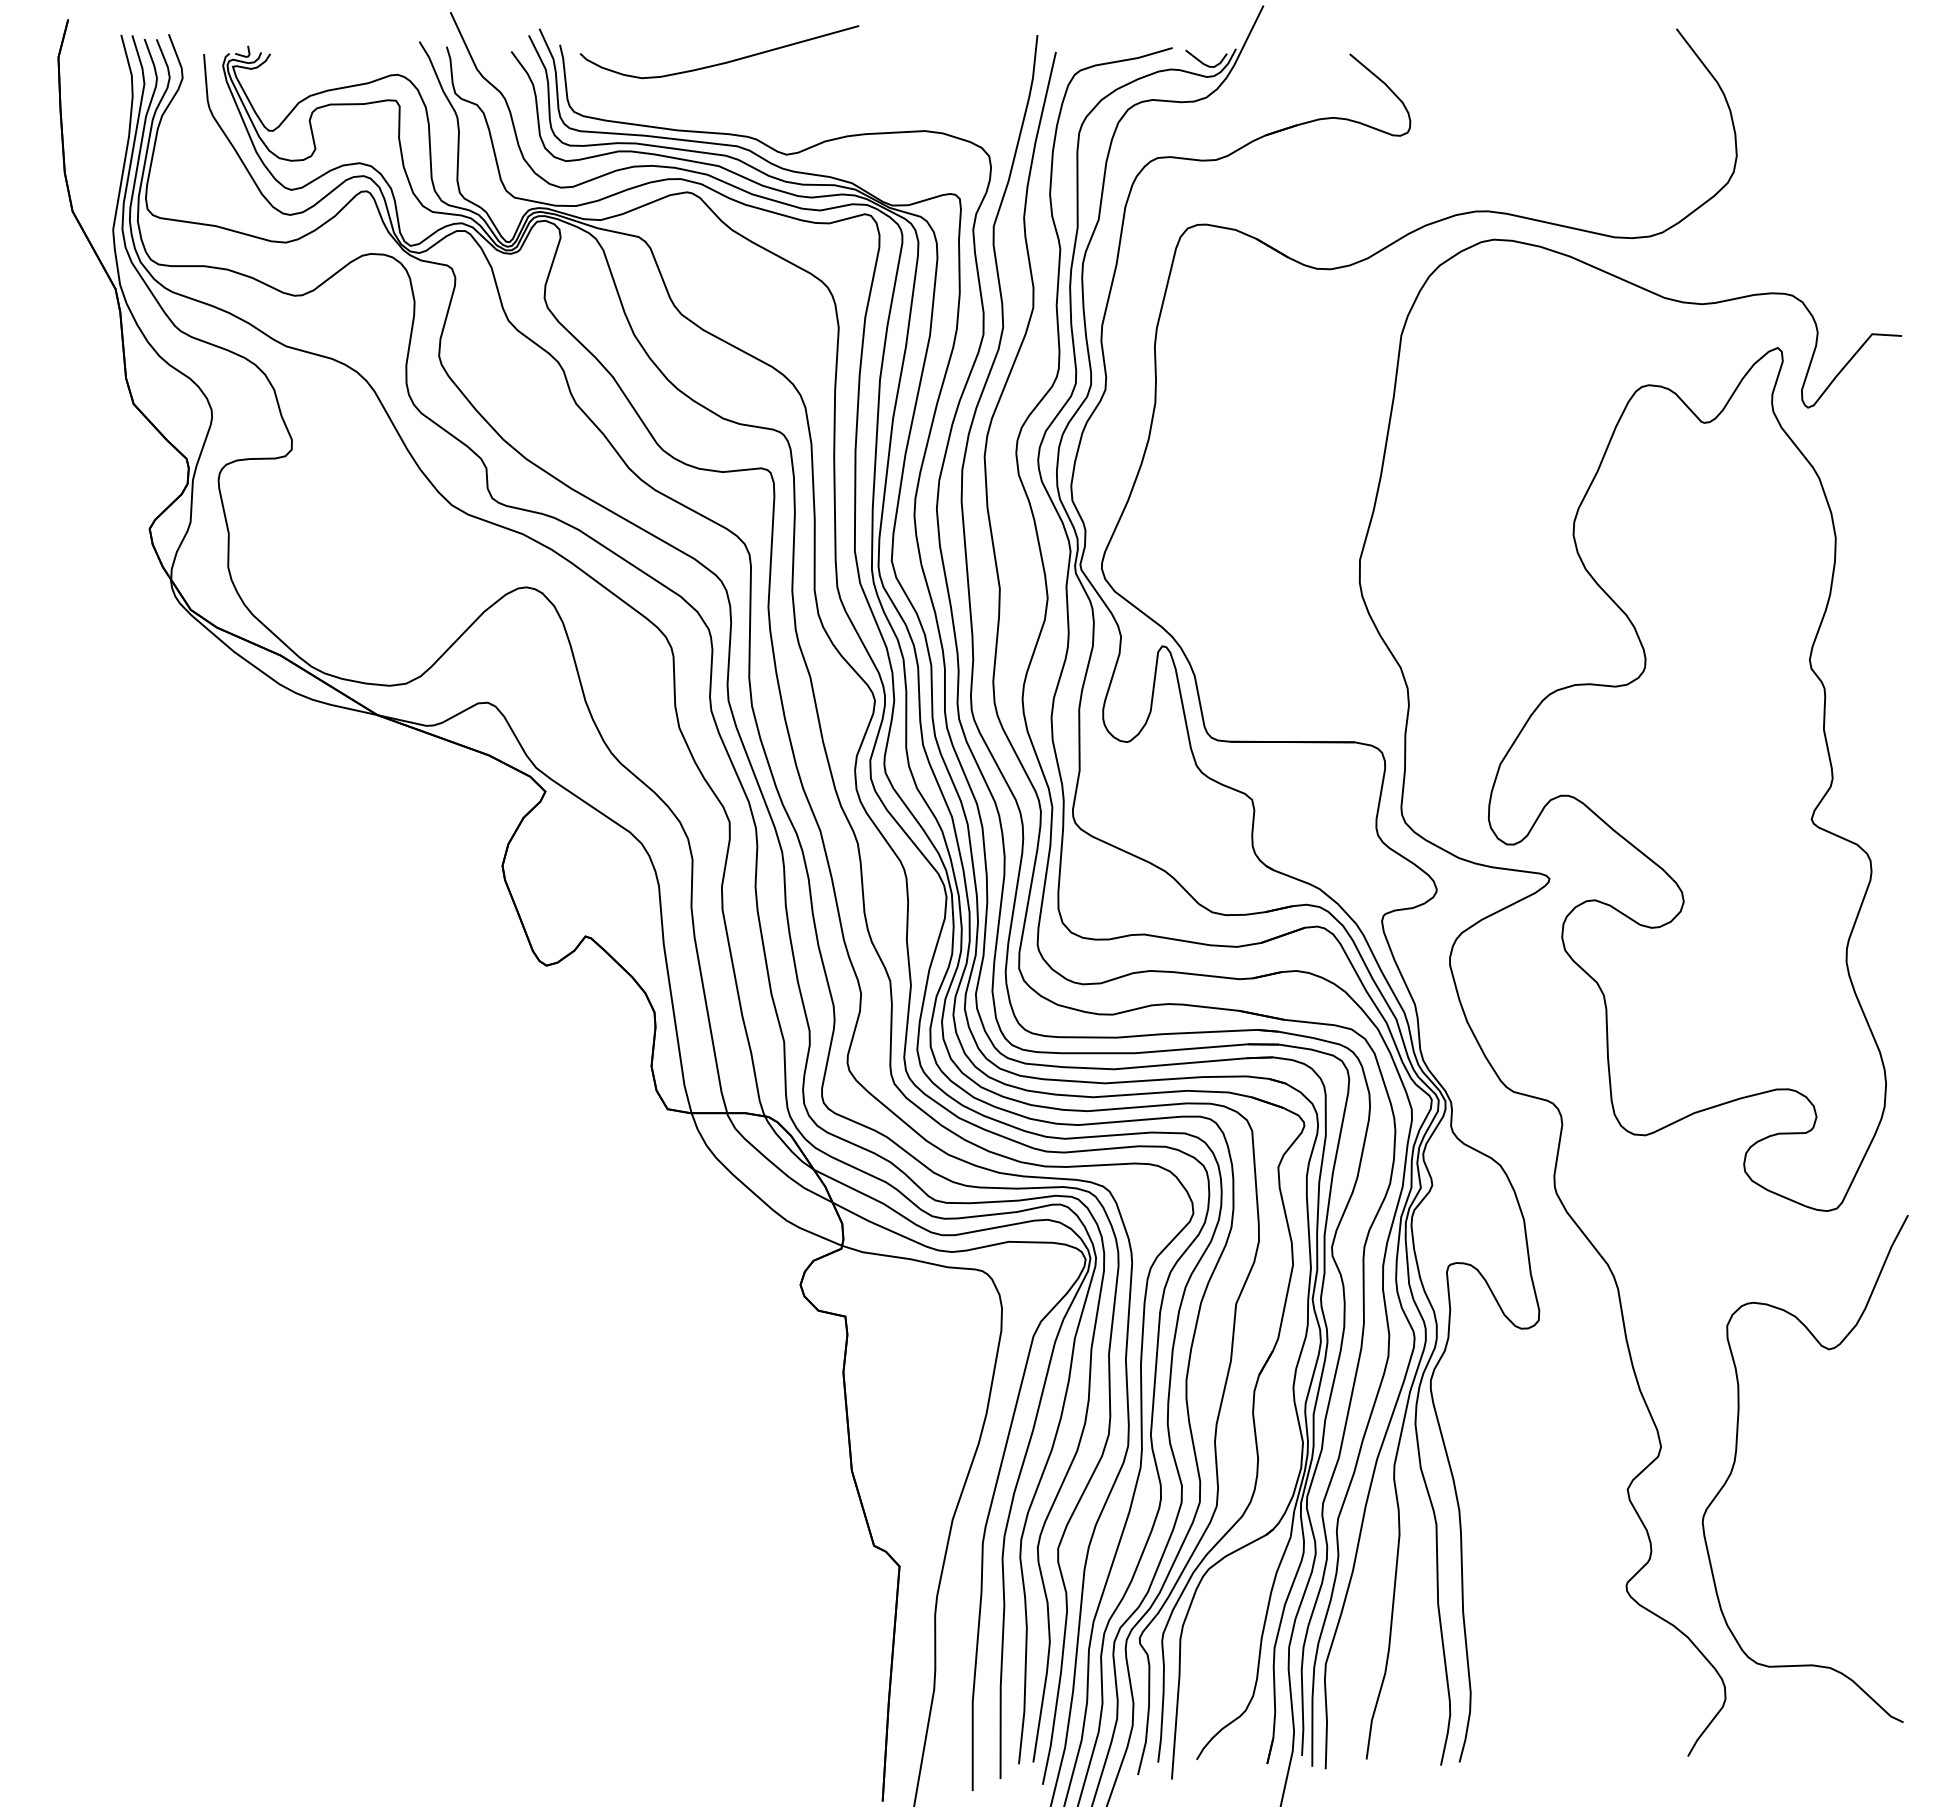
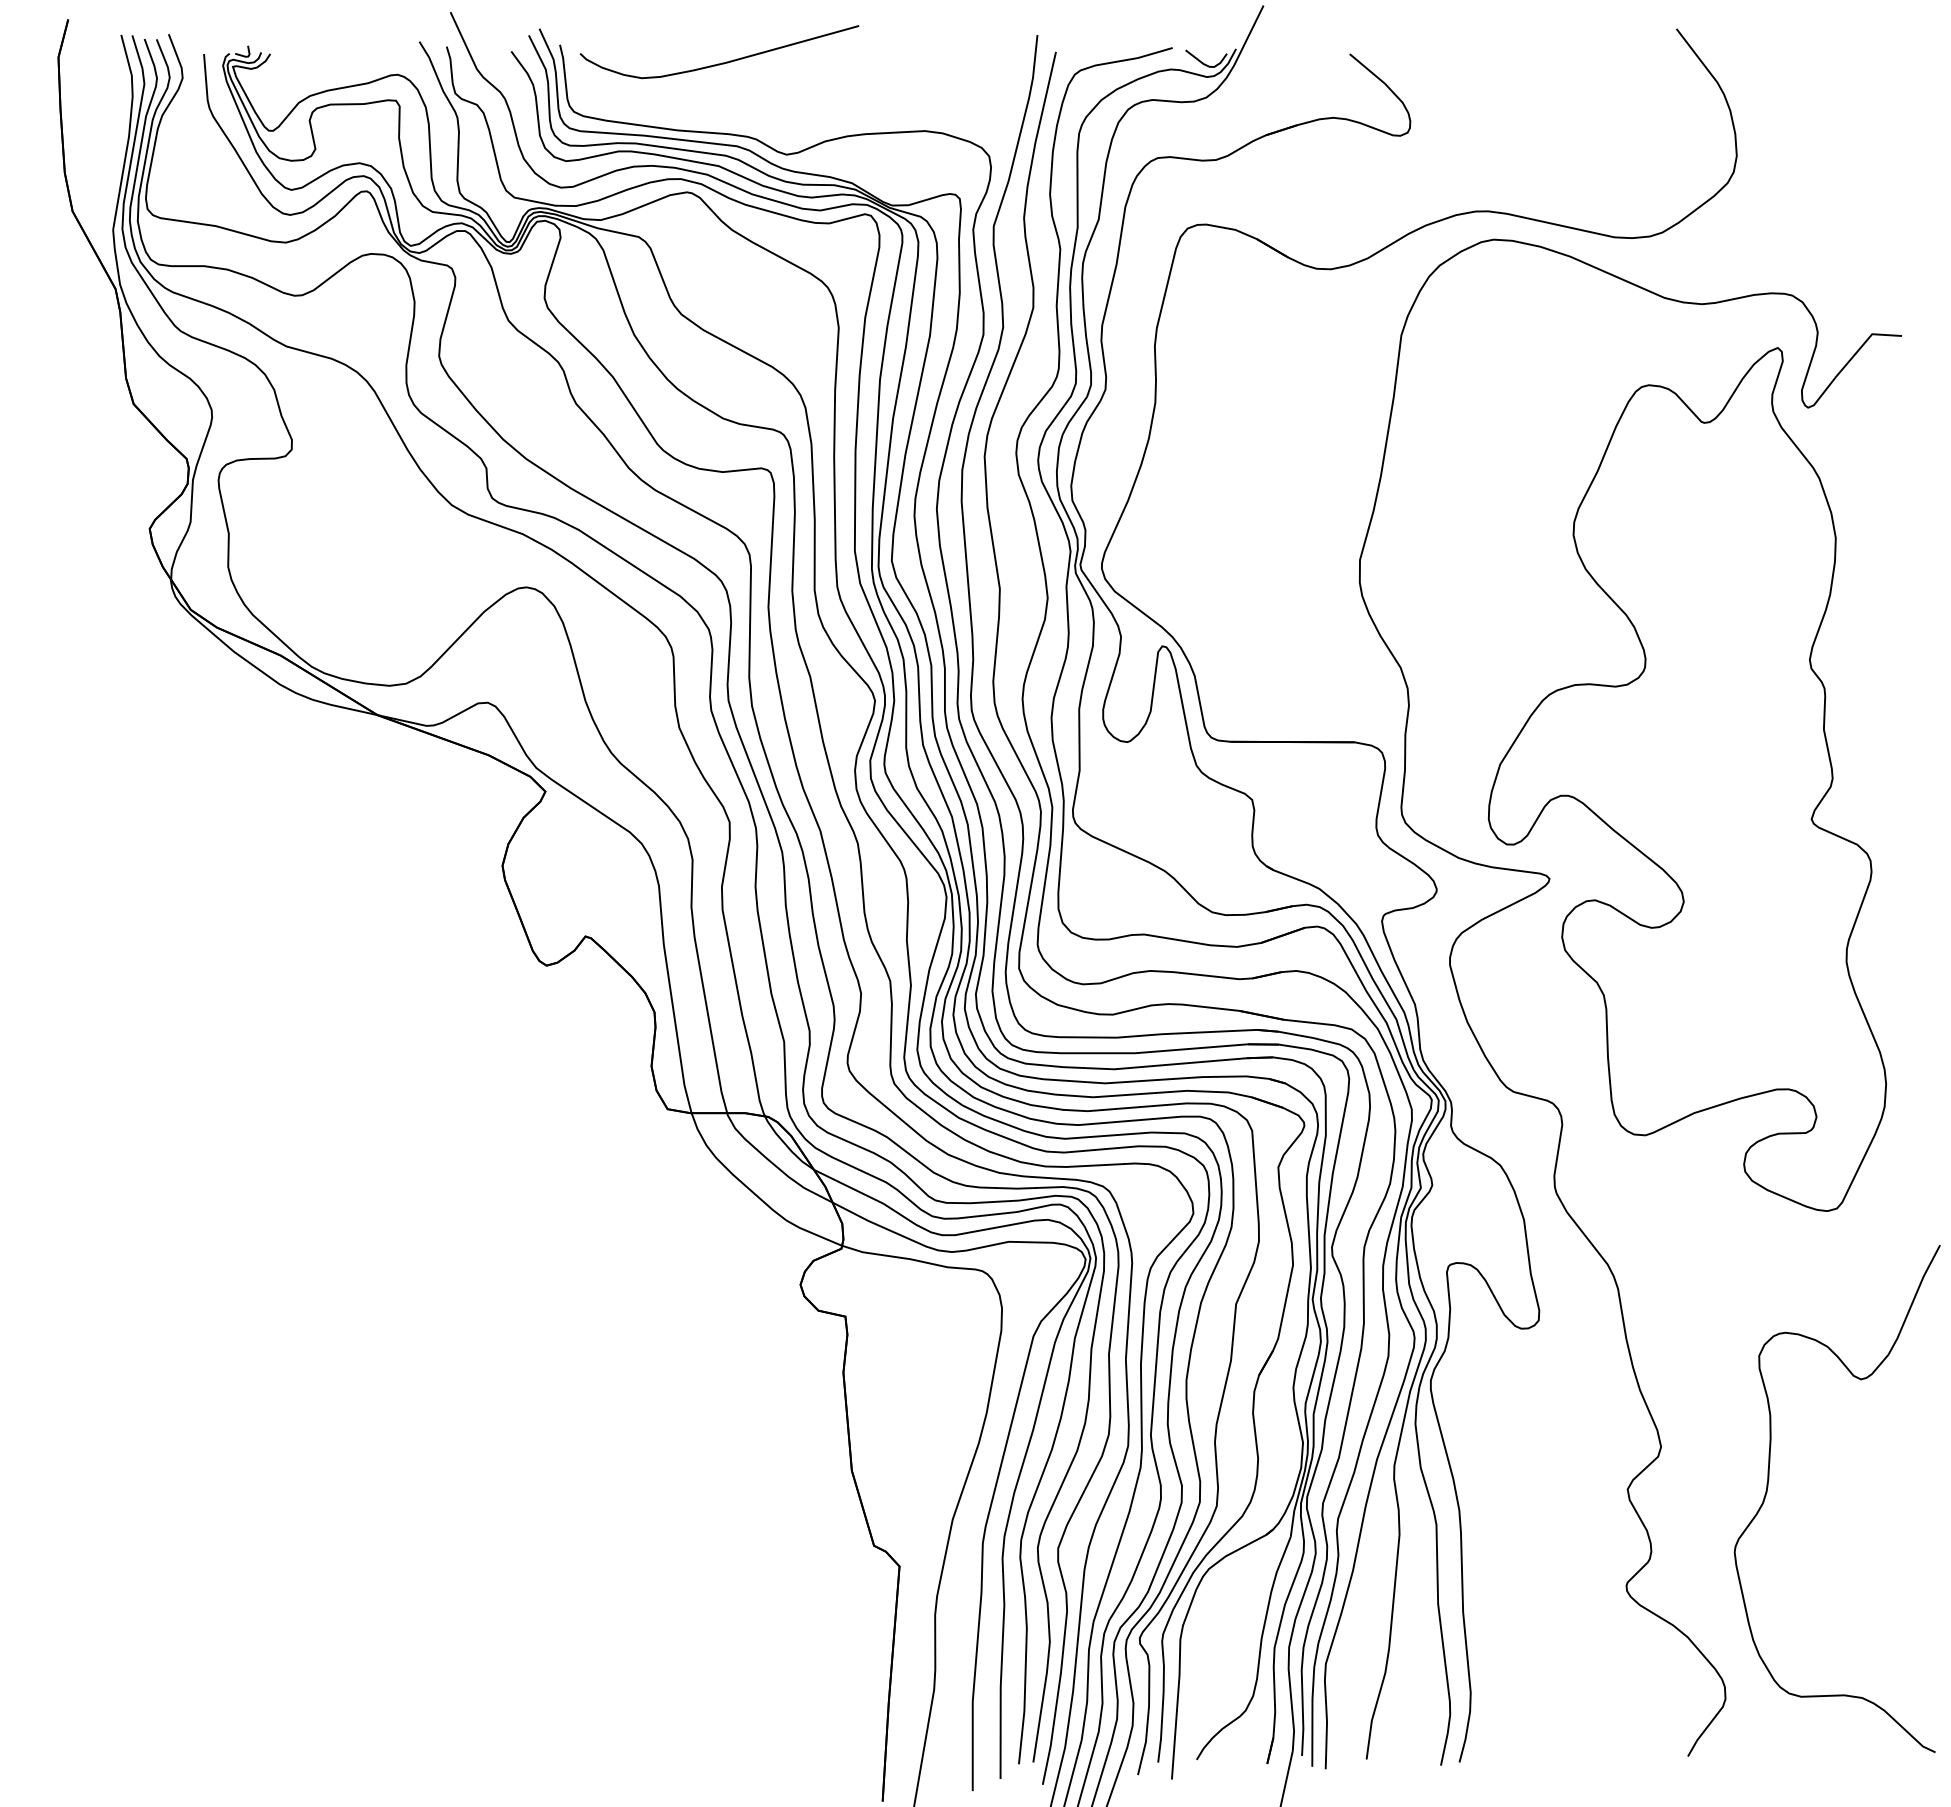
curve at (1736, 1457) position: (1736, 1457) -> (1768, 1487)
